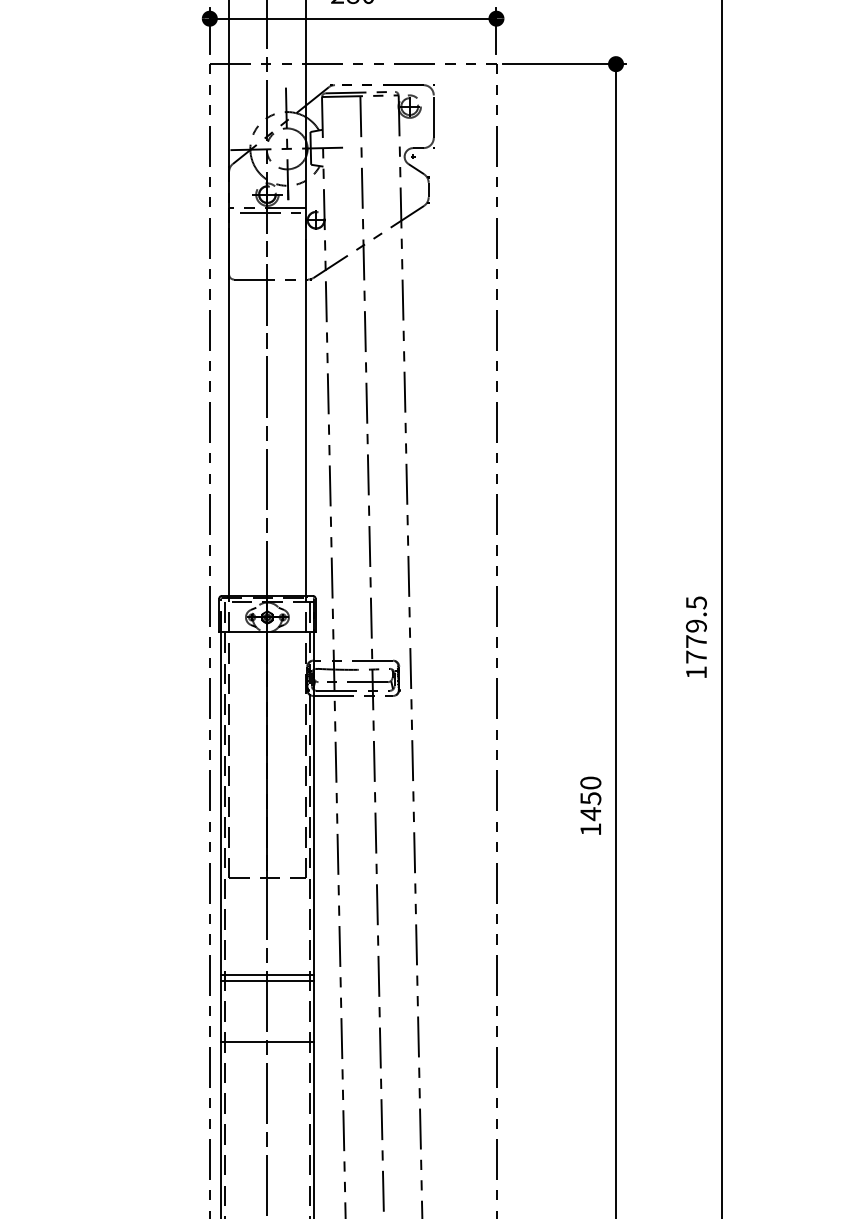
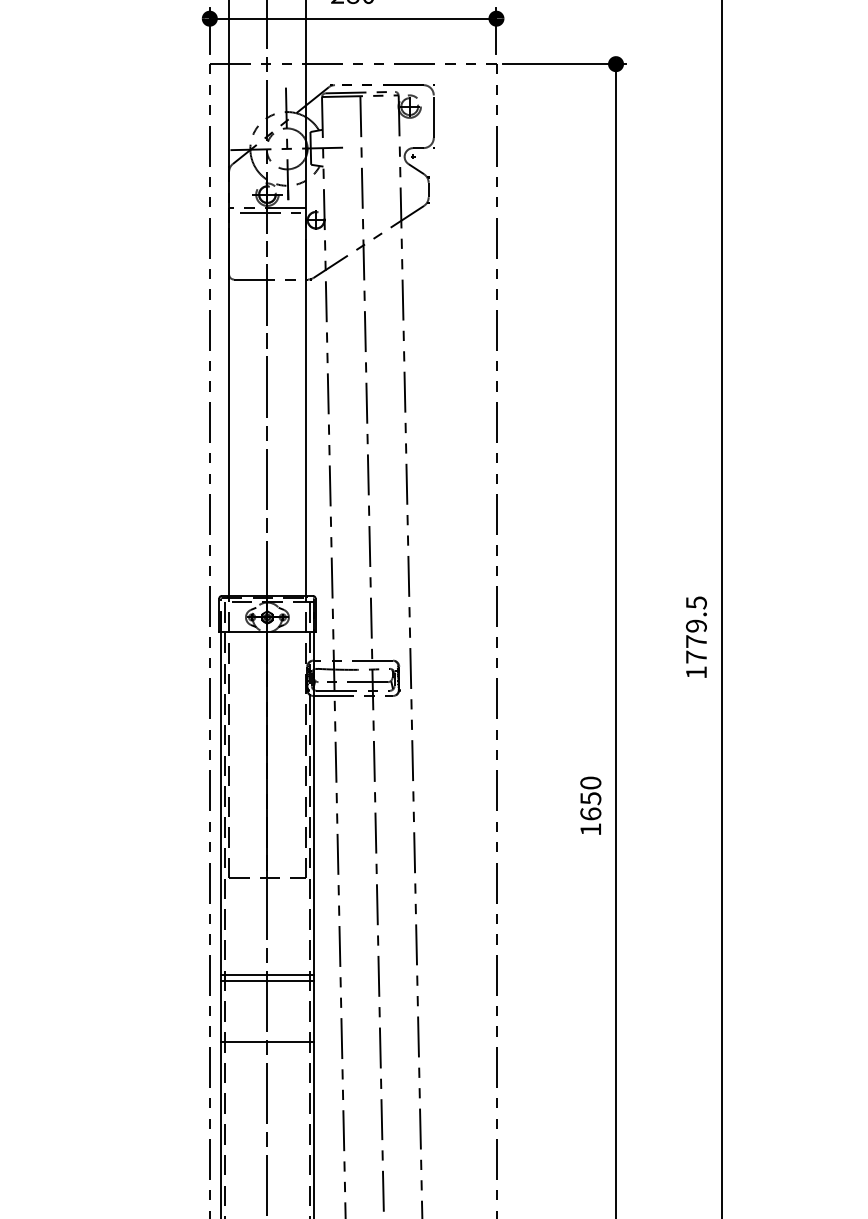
text at (590, 814): 1450 -> 1650
